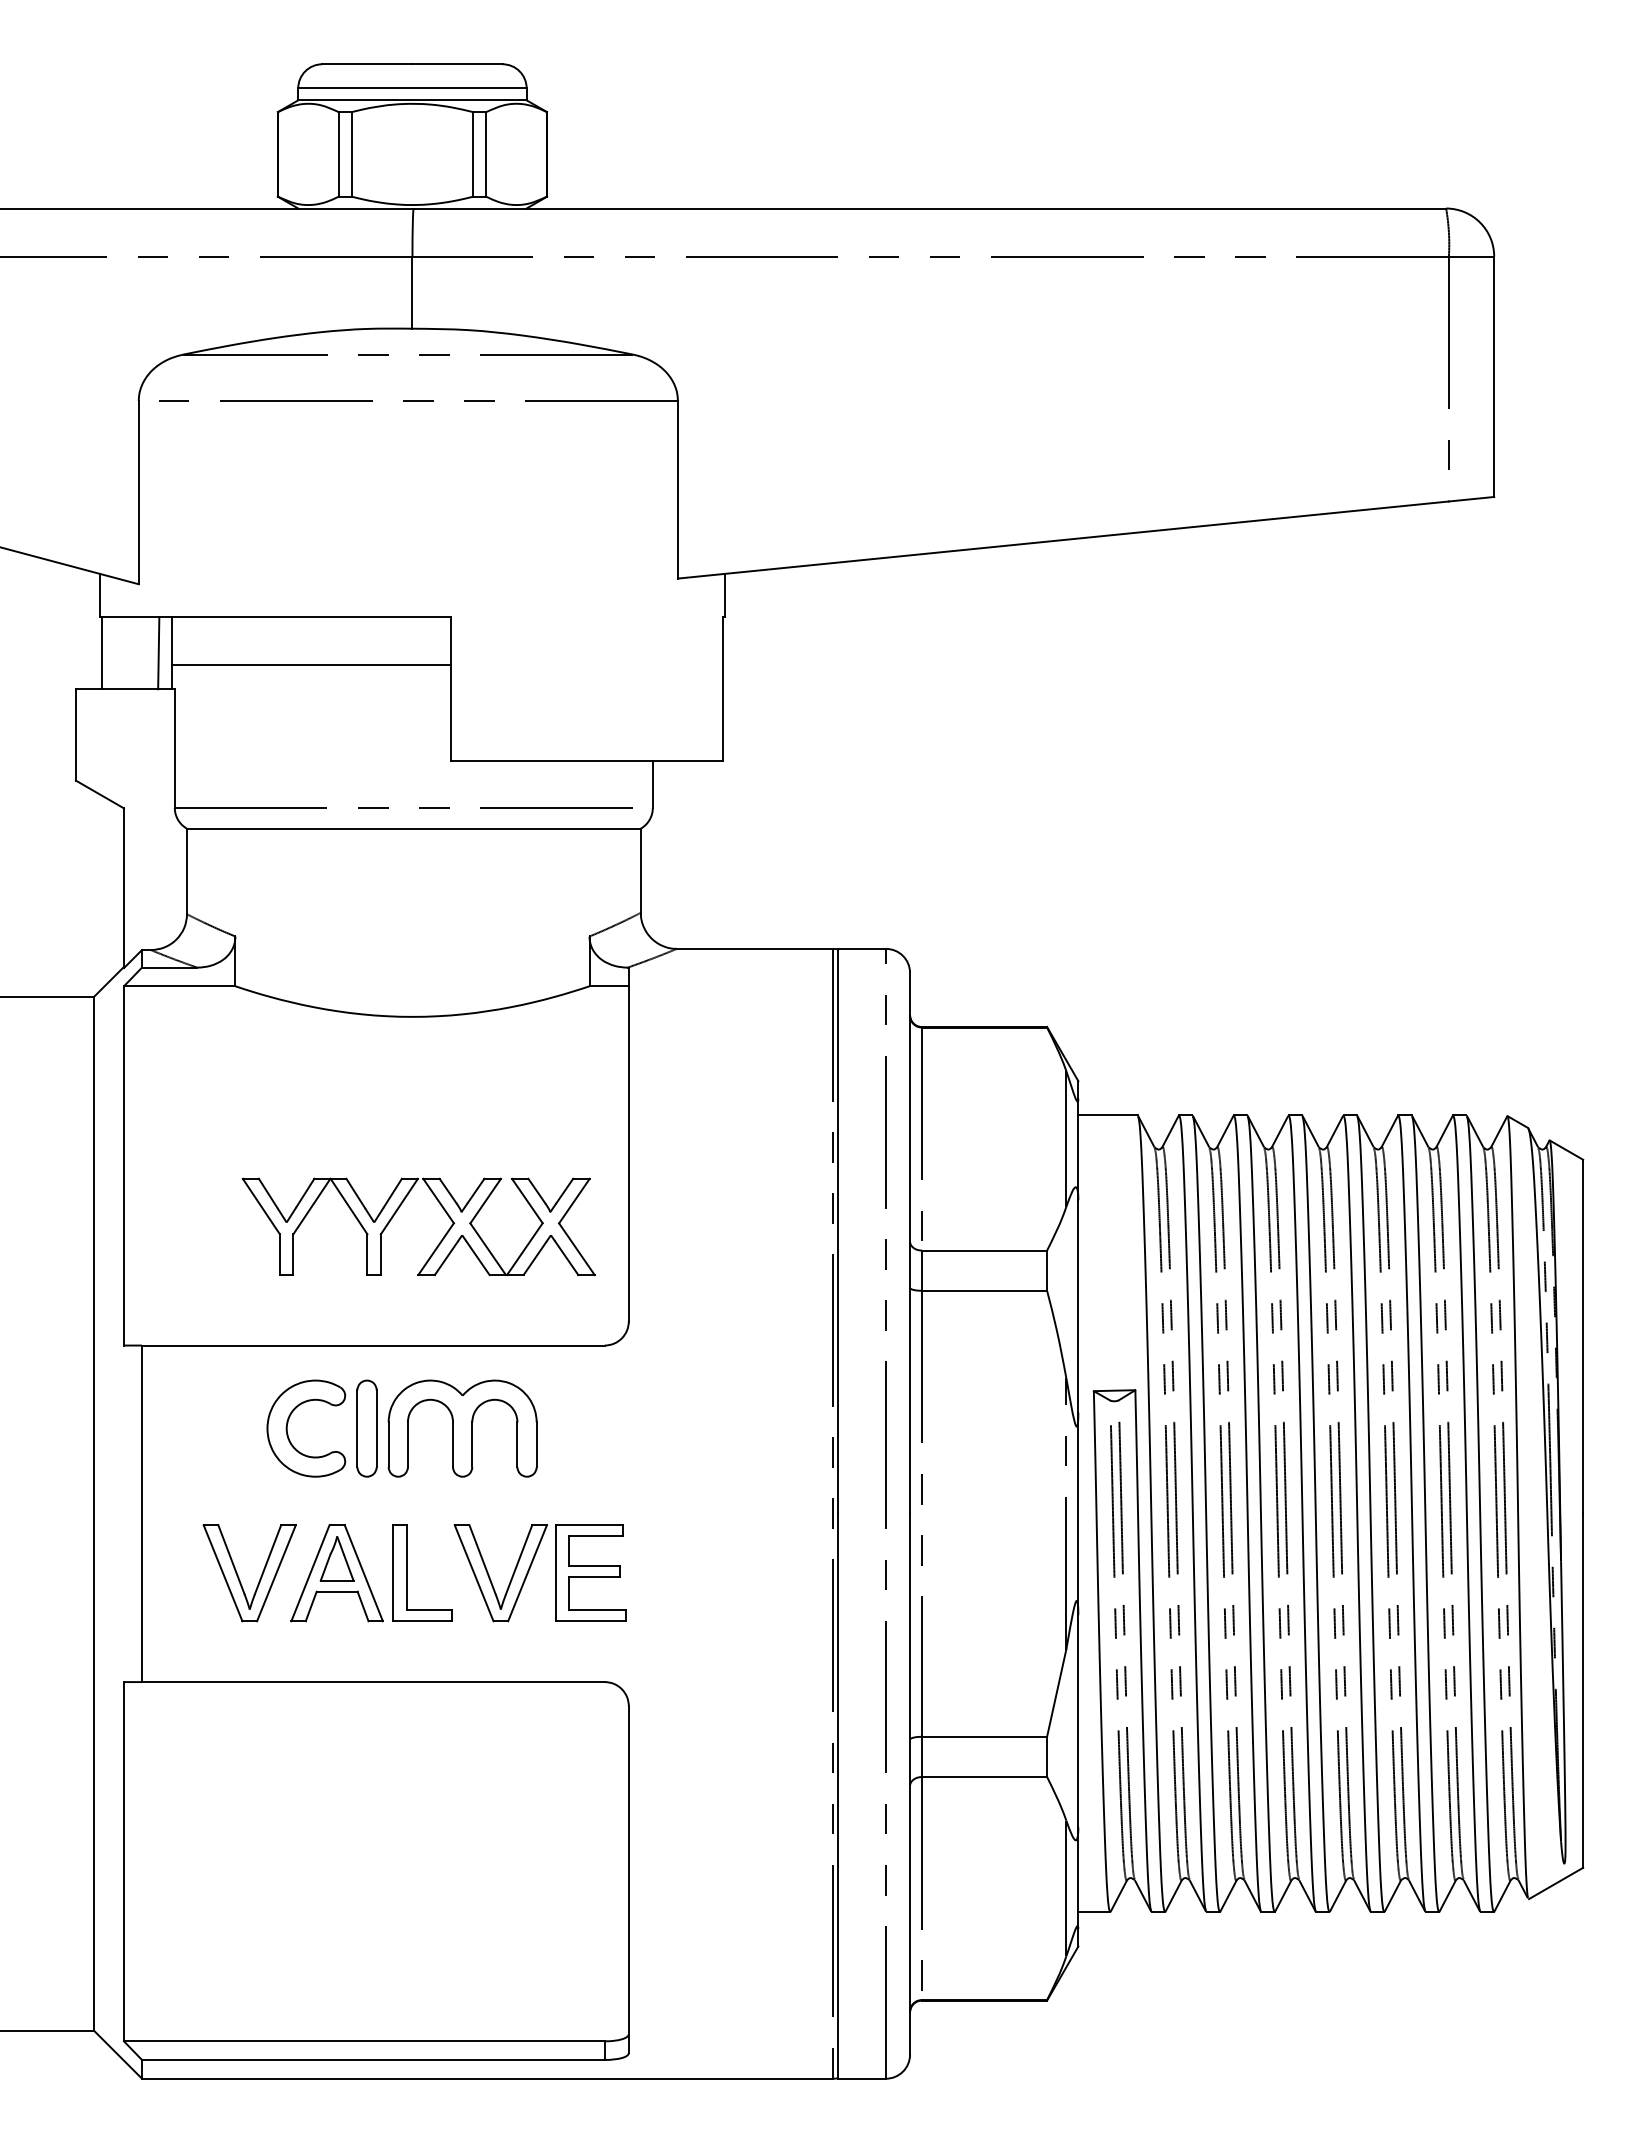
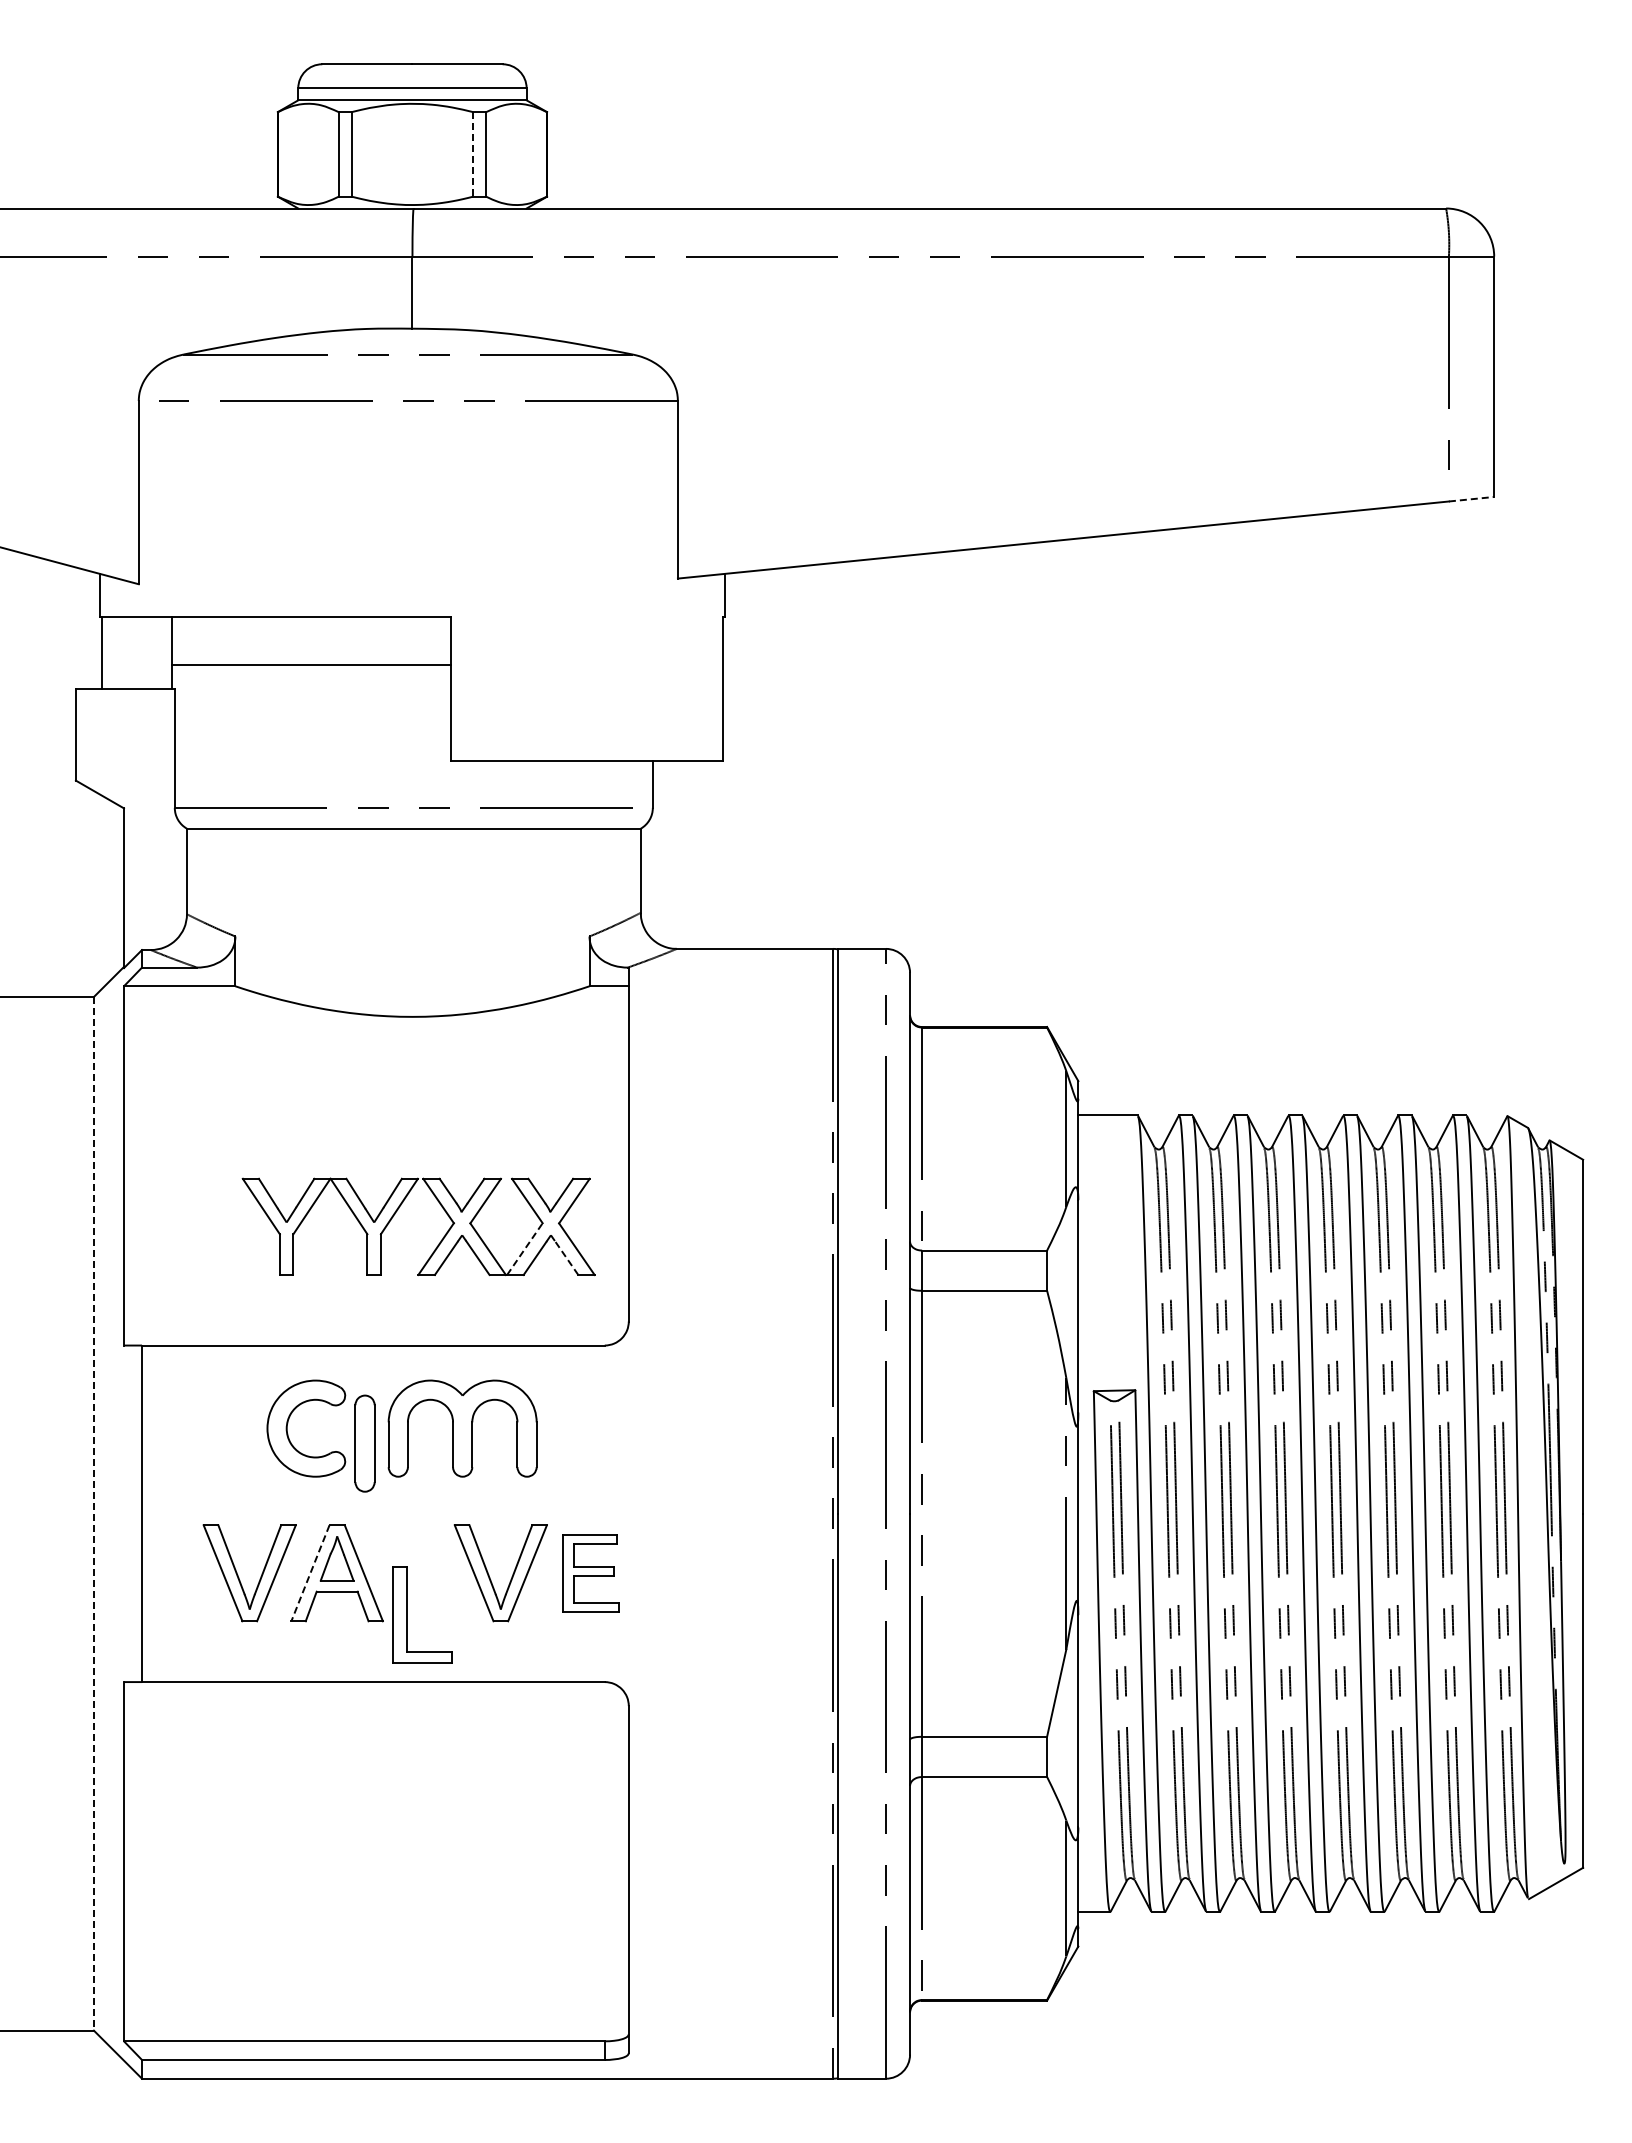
line at (473, 154): solid -> dashed
line at (1471, 499): solid -> dashed
line at (158, 653): present -> none
line at (525, 1248): solid -> dashed
line at (566, 1257): solid -> dashed
part at (366, 1428) position: (366, 1428) -> (364, 1443)
line at (93, 1513): solid -> dashed
part at (407, 1572) position: (407, 1572) -> (407, 1614)
part at (590, 1572) size: 72x98 px -> 58x79 px
line at (310, 1573): solid -> dashed
